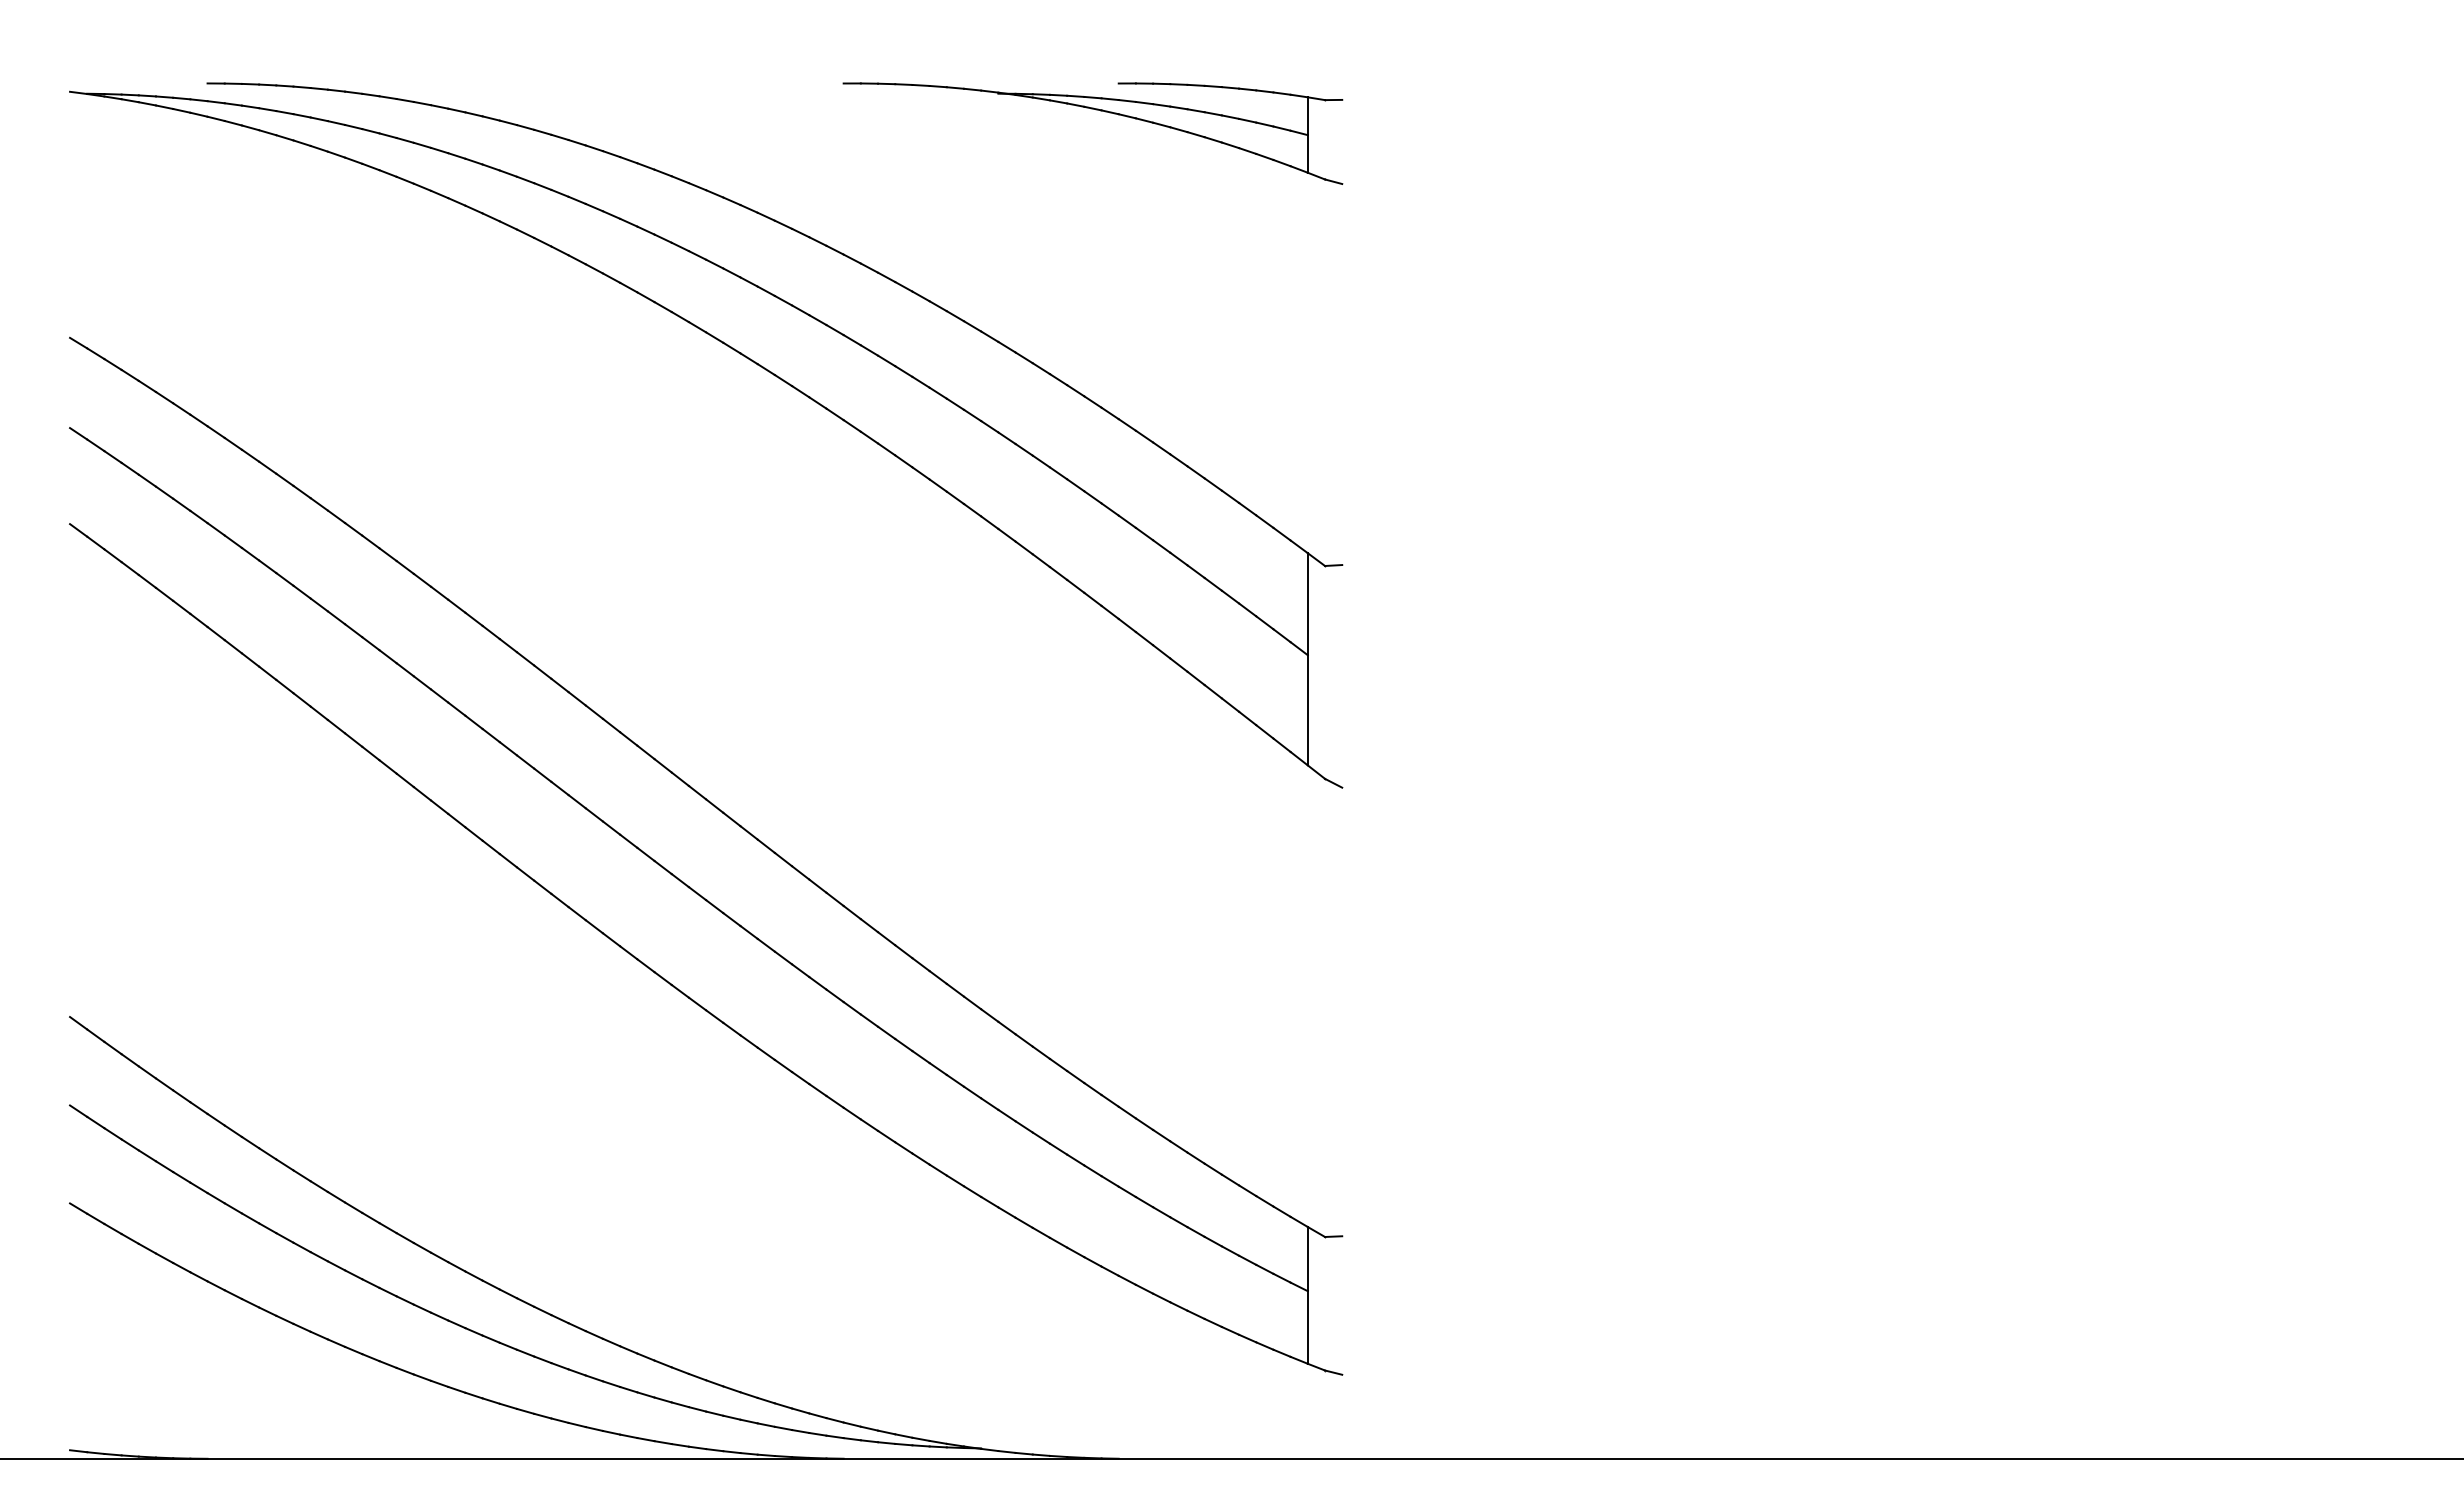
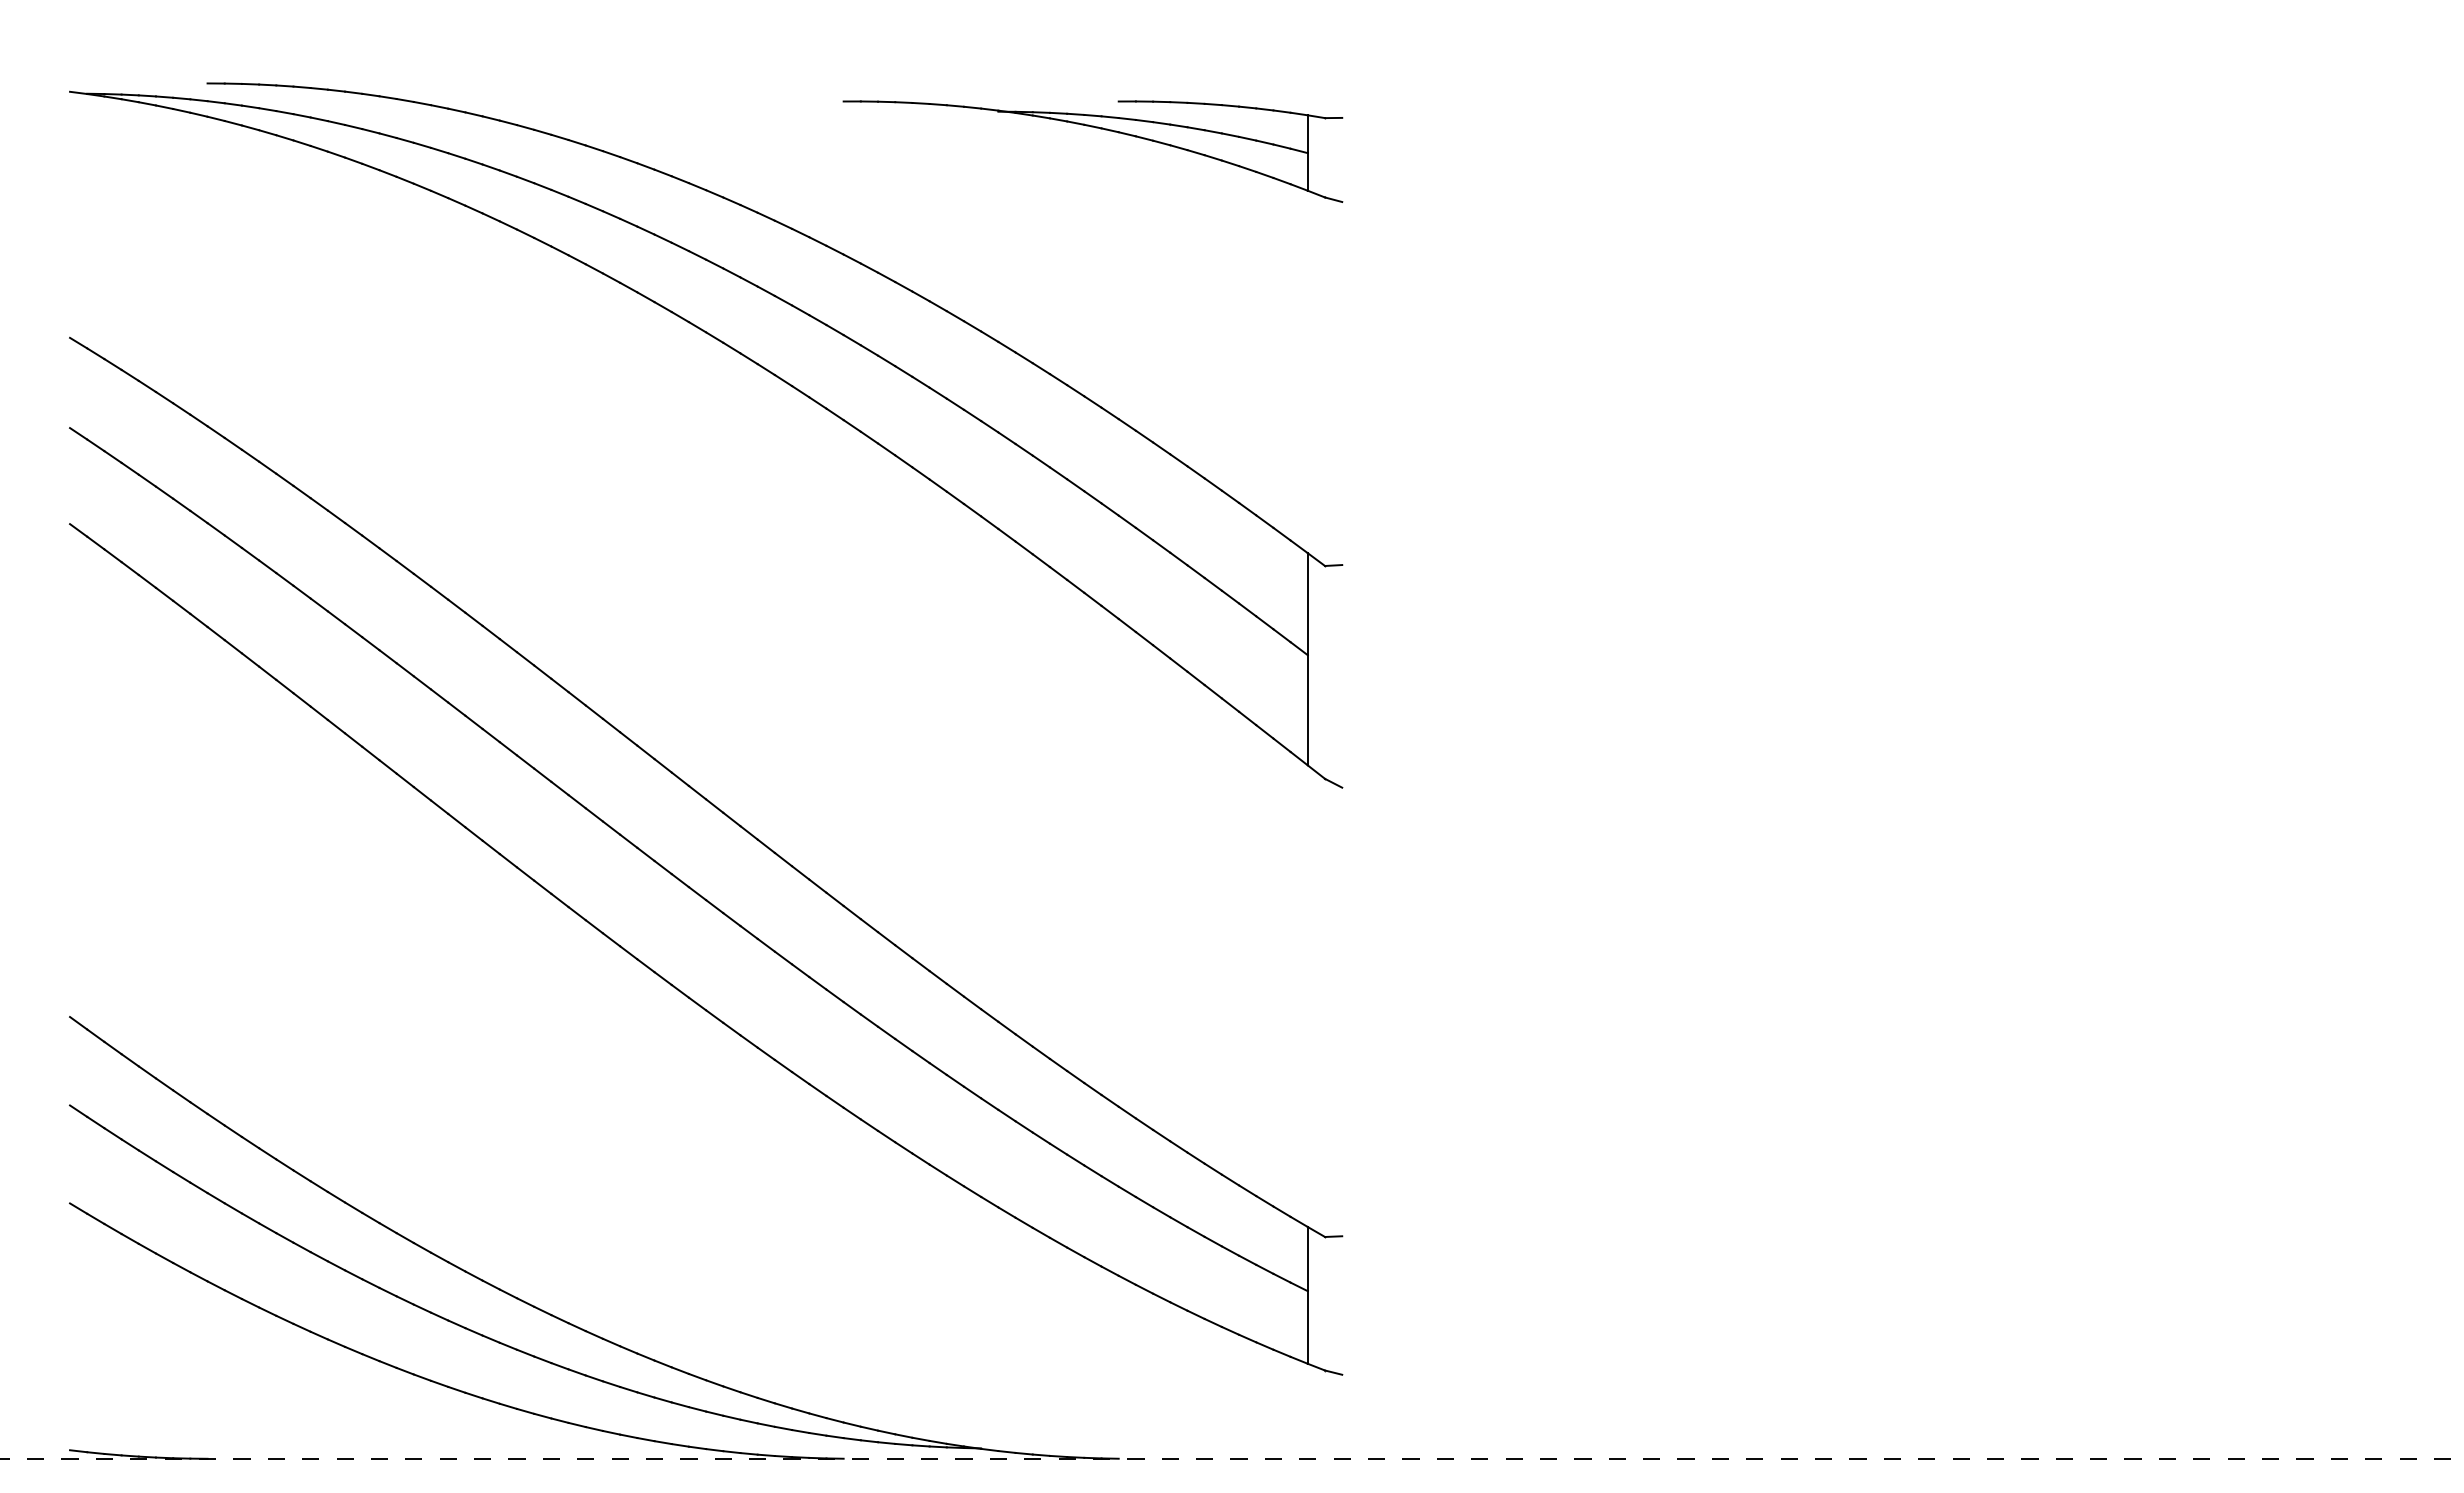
part at (1096, 110) position: (1096, 110) -> (1096, 128)
line at (1232, 1458): solid -> dashed
